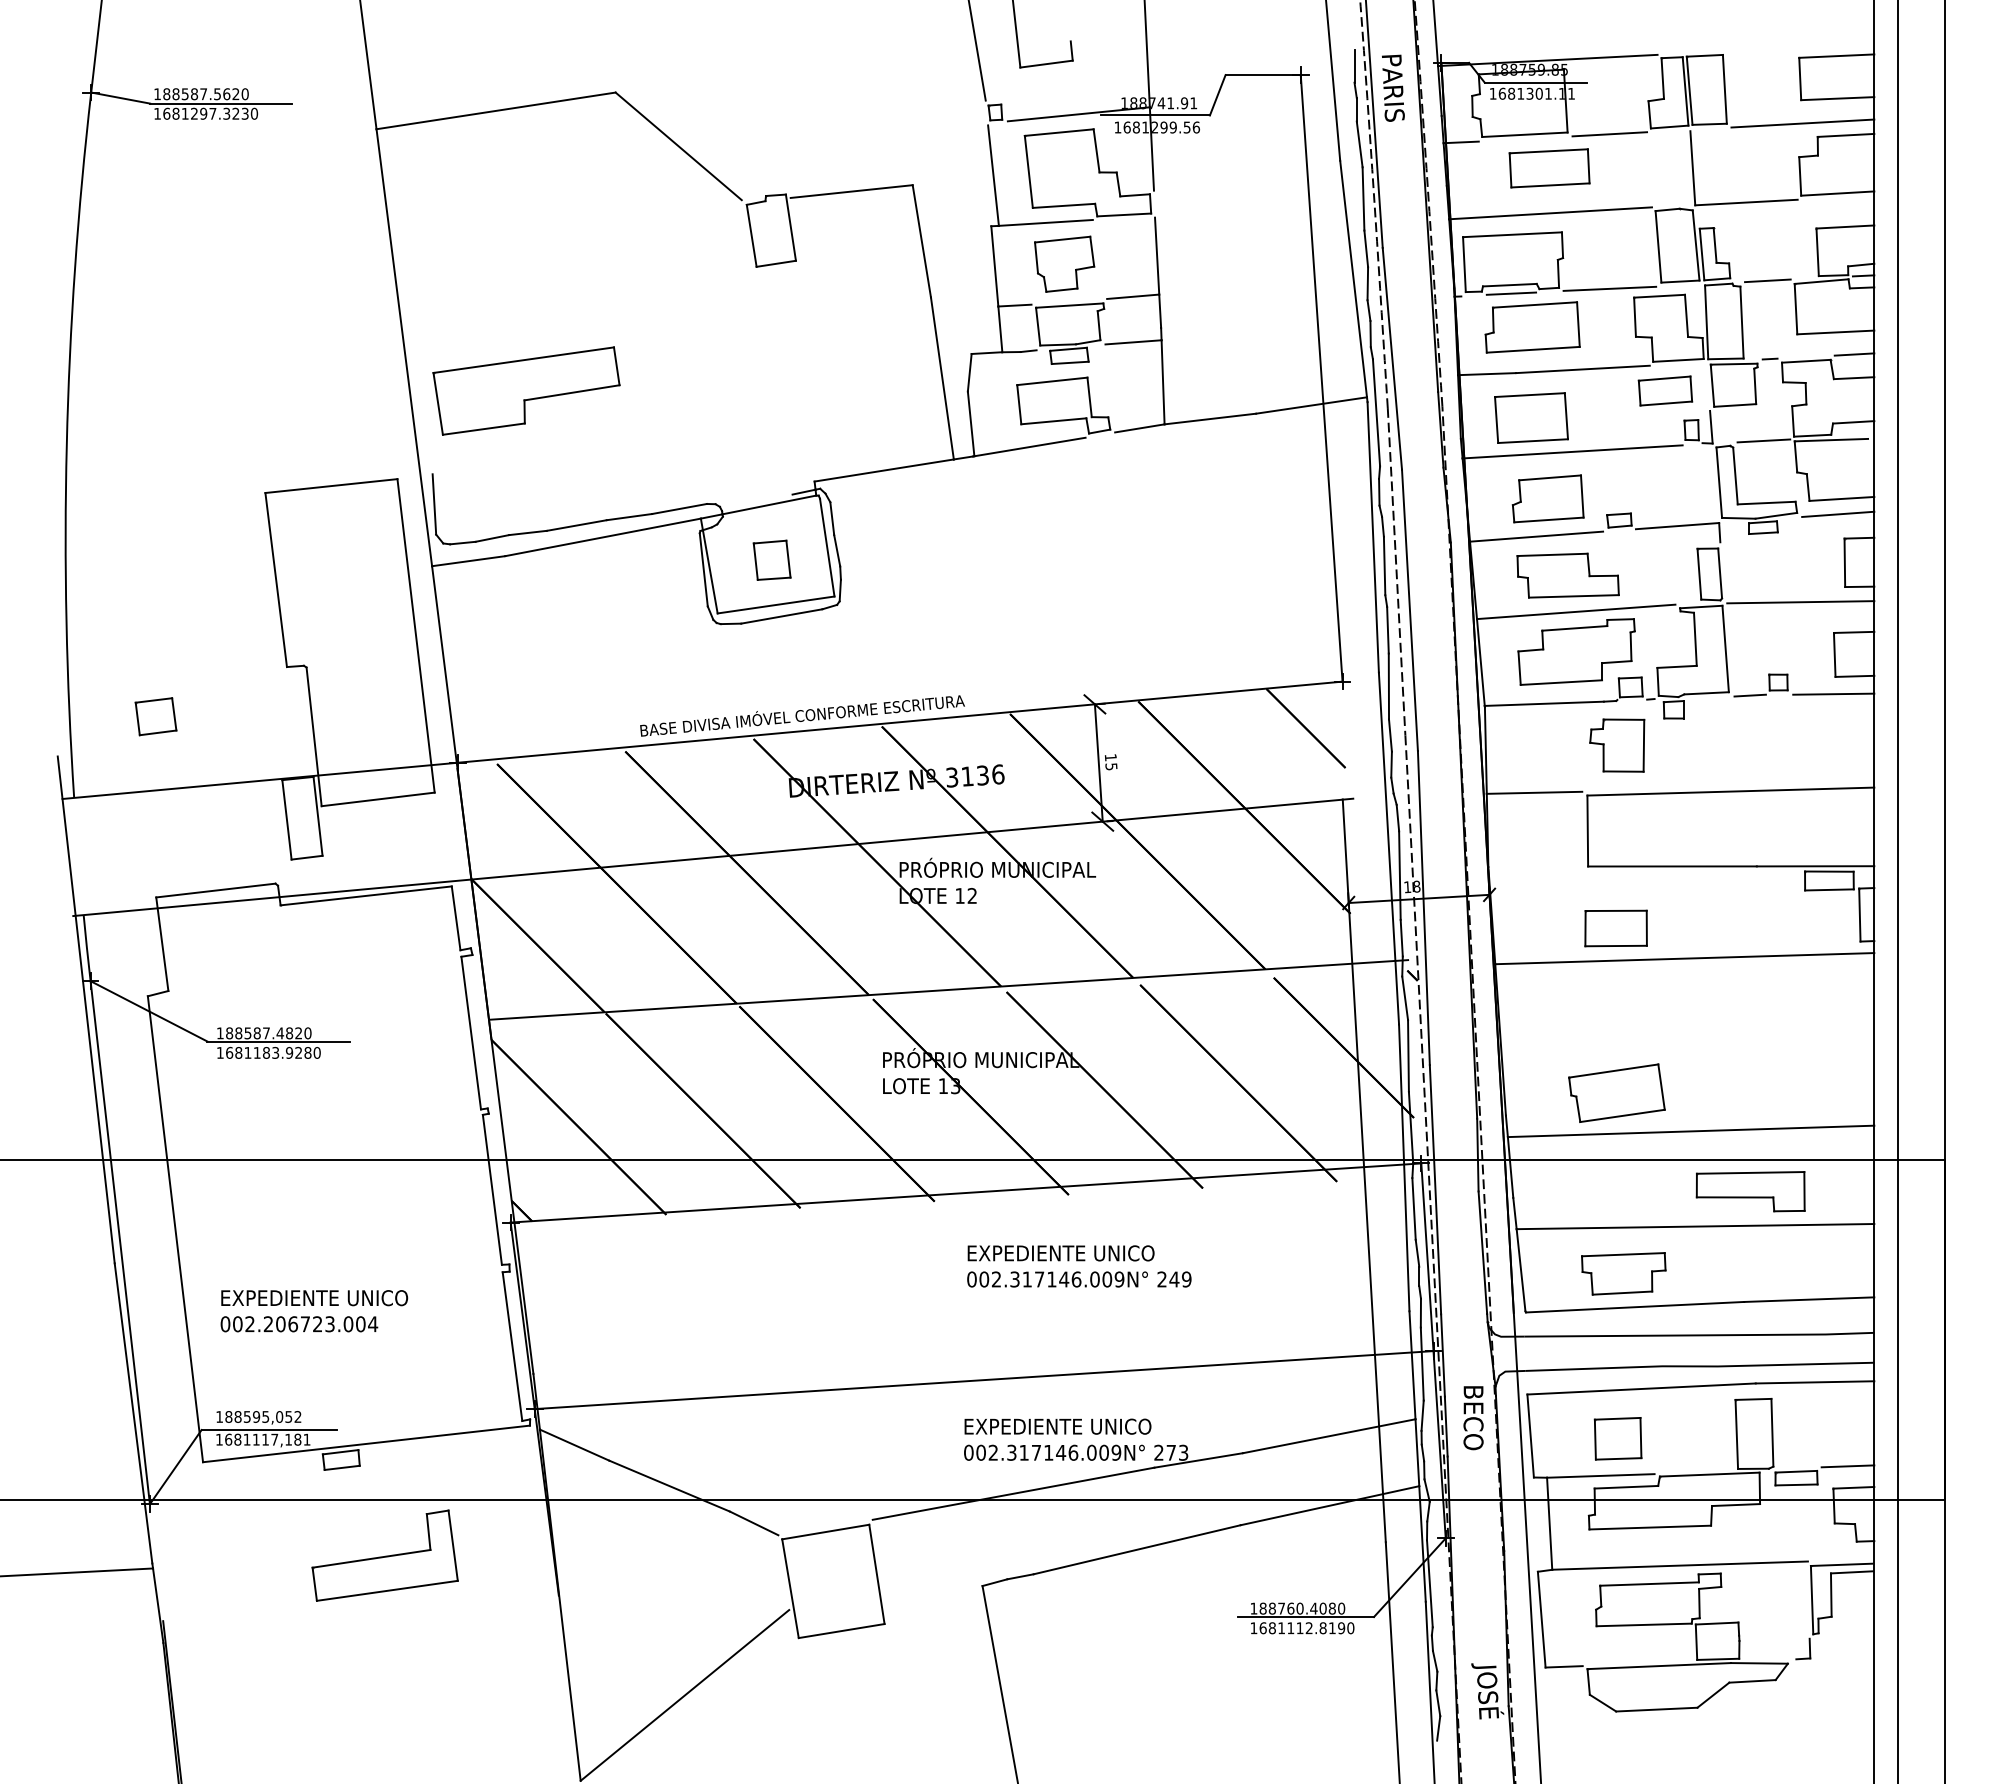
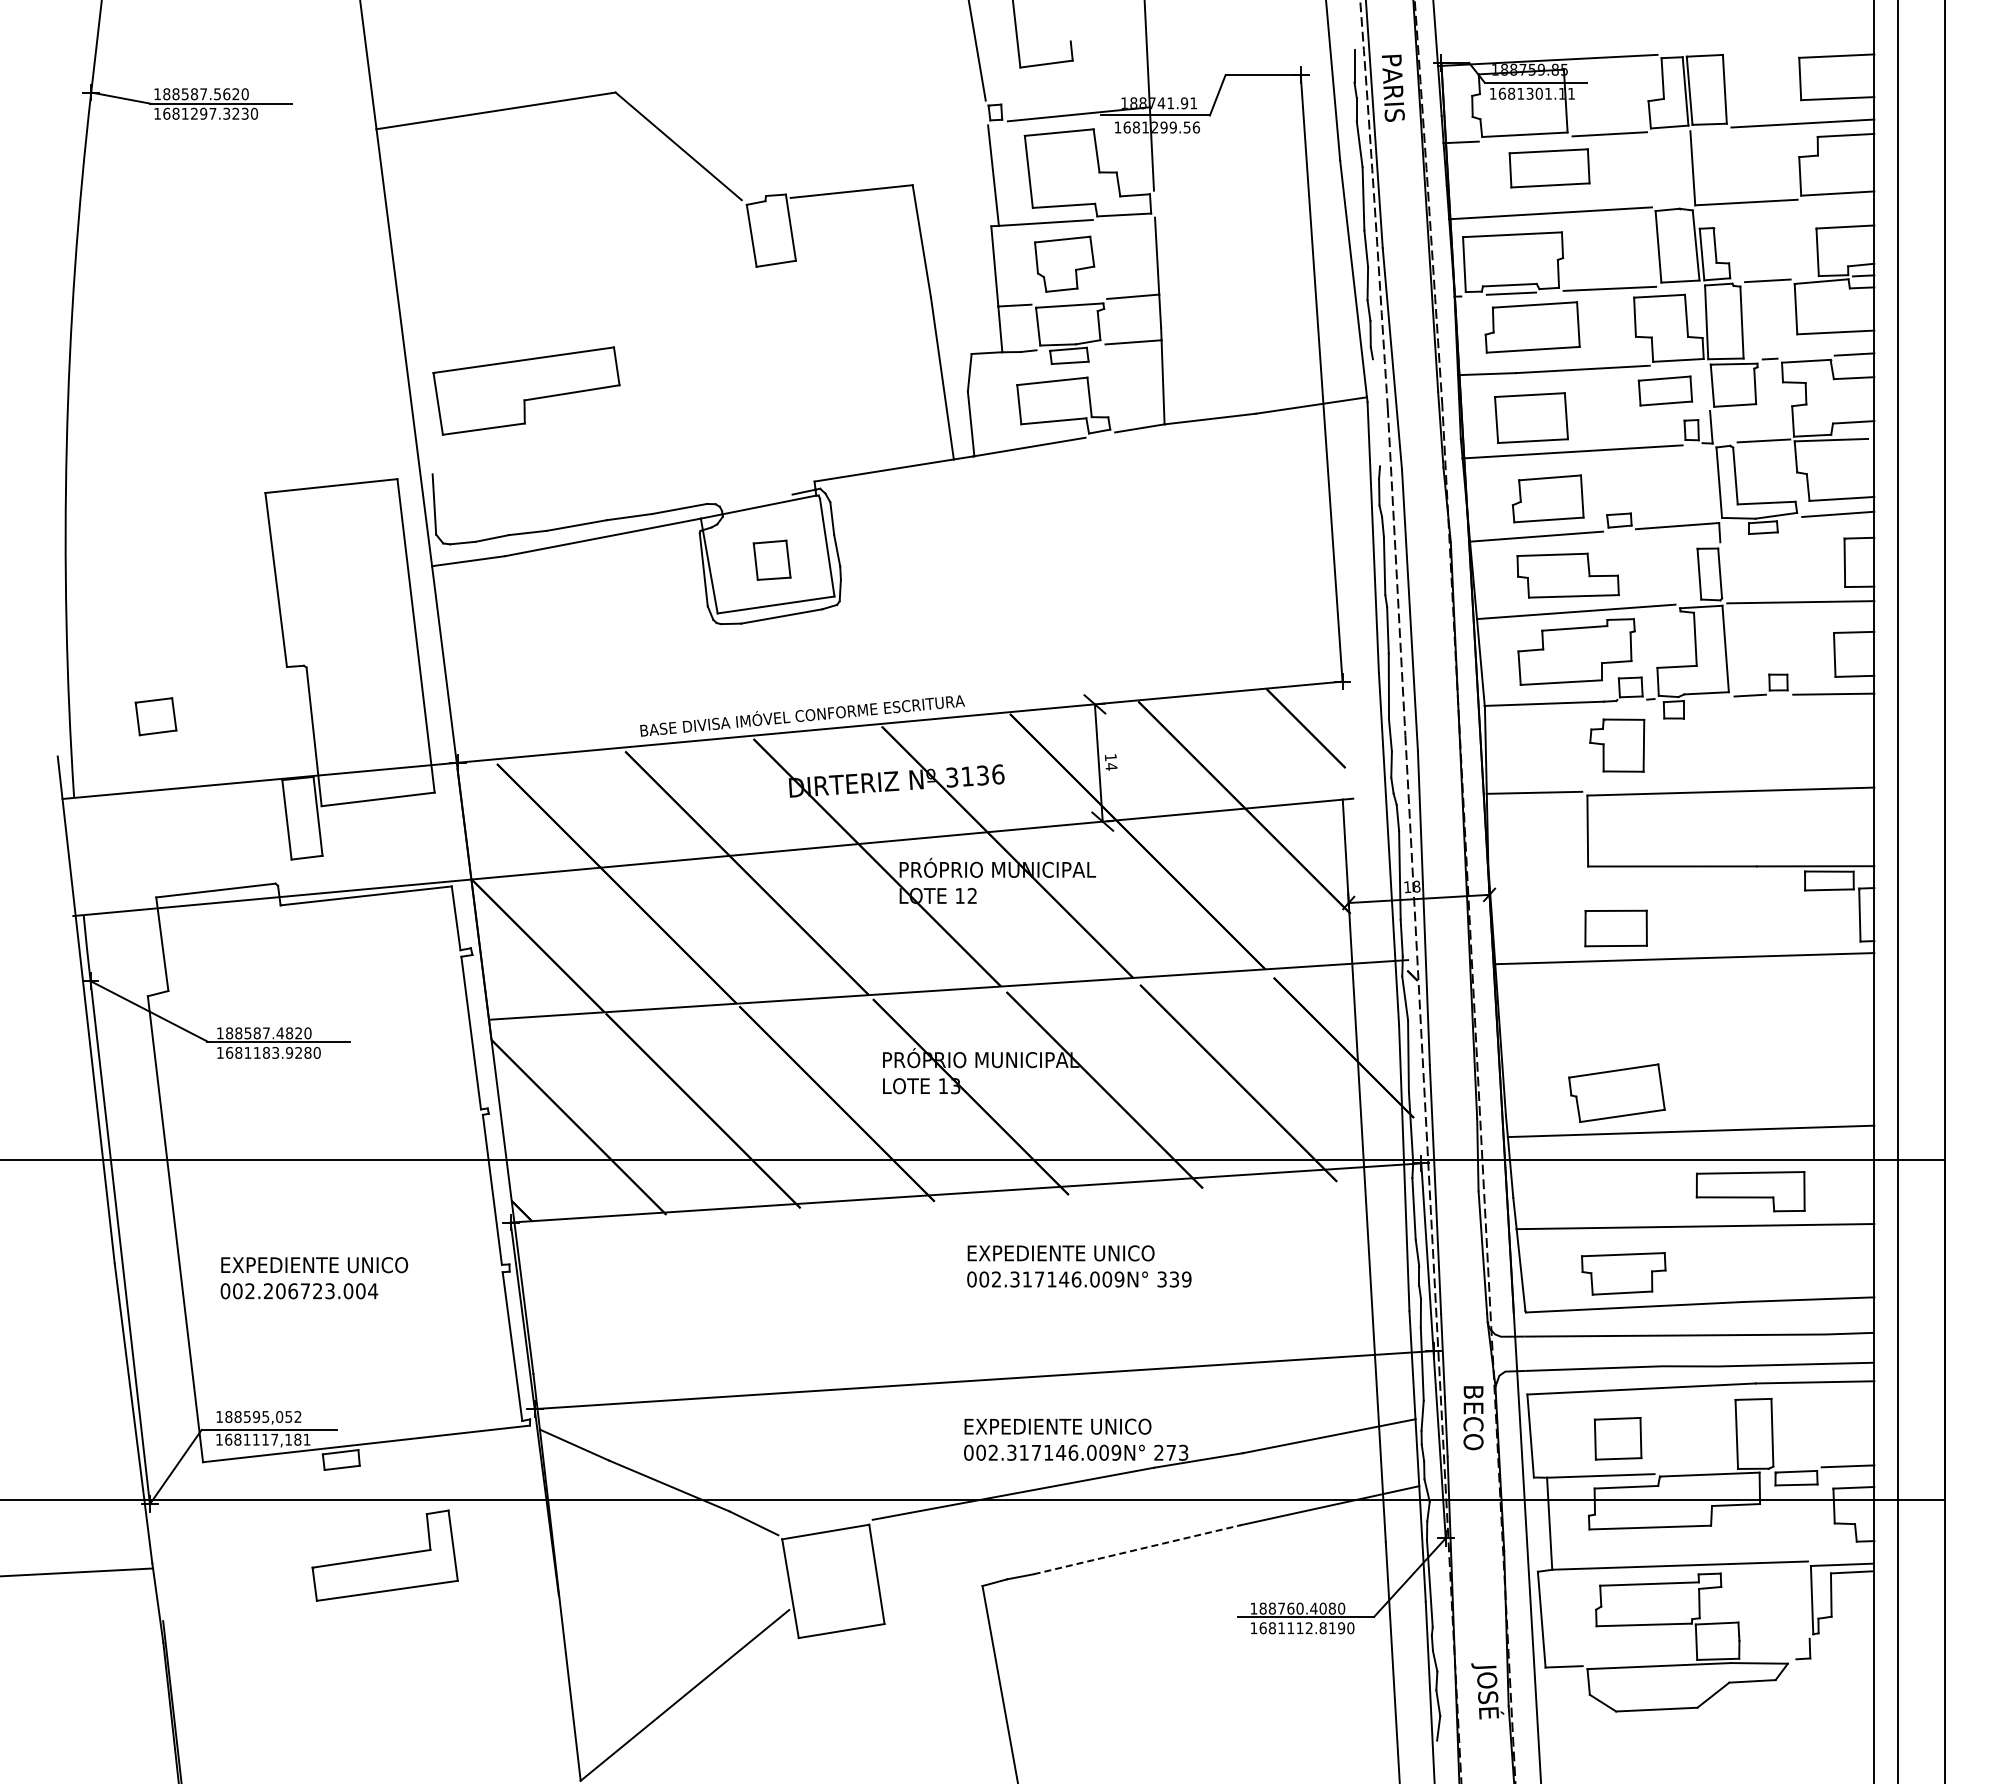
line at (1376, 412): present -> none
text at (1111, 766): 15 -> 14
text at (1168, 1279): 249 -> 339
text at (314, 1311) position: (314, 1311) -> (314, 1278)
line at (1137, 1549): solid -> dashed
